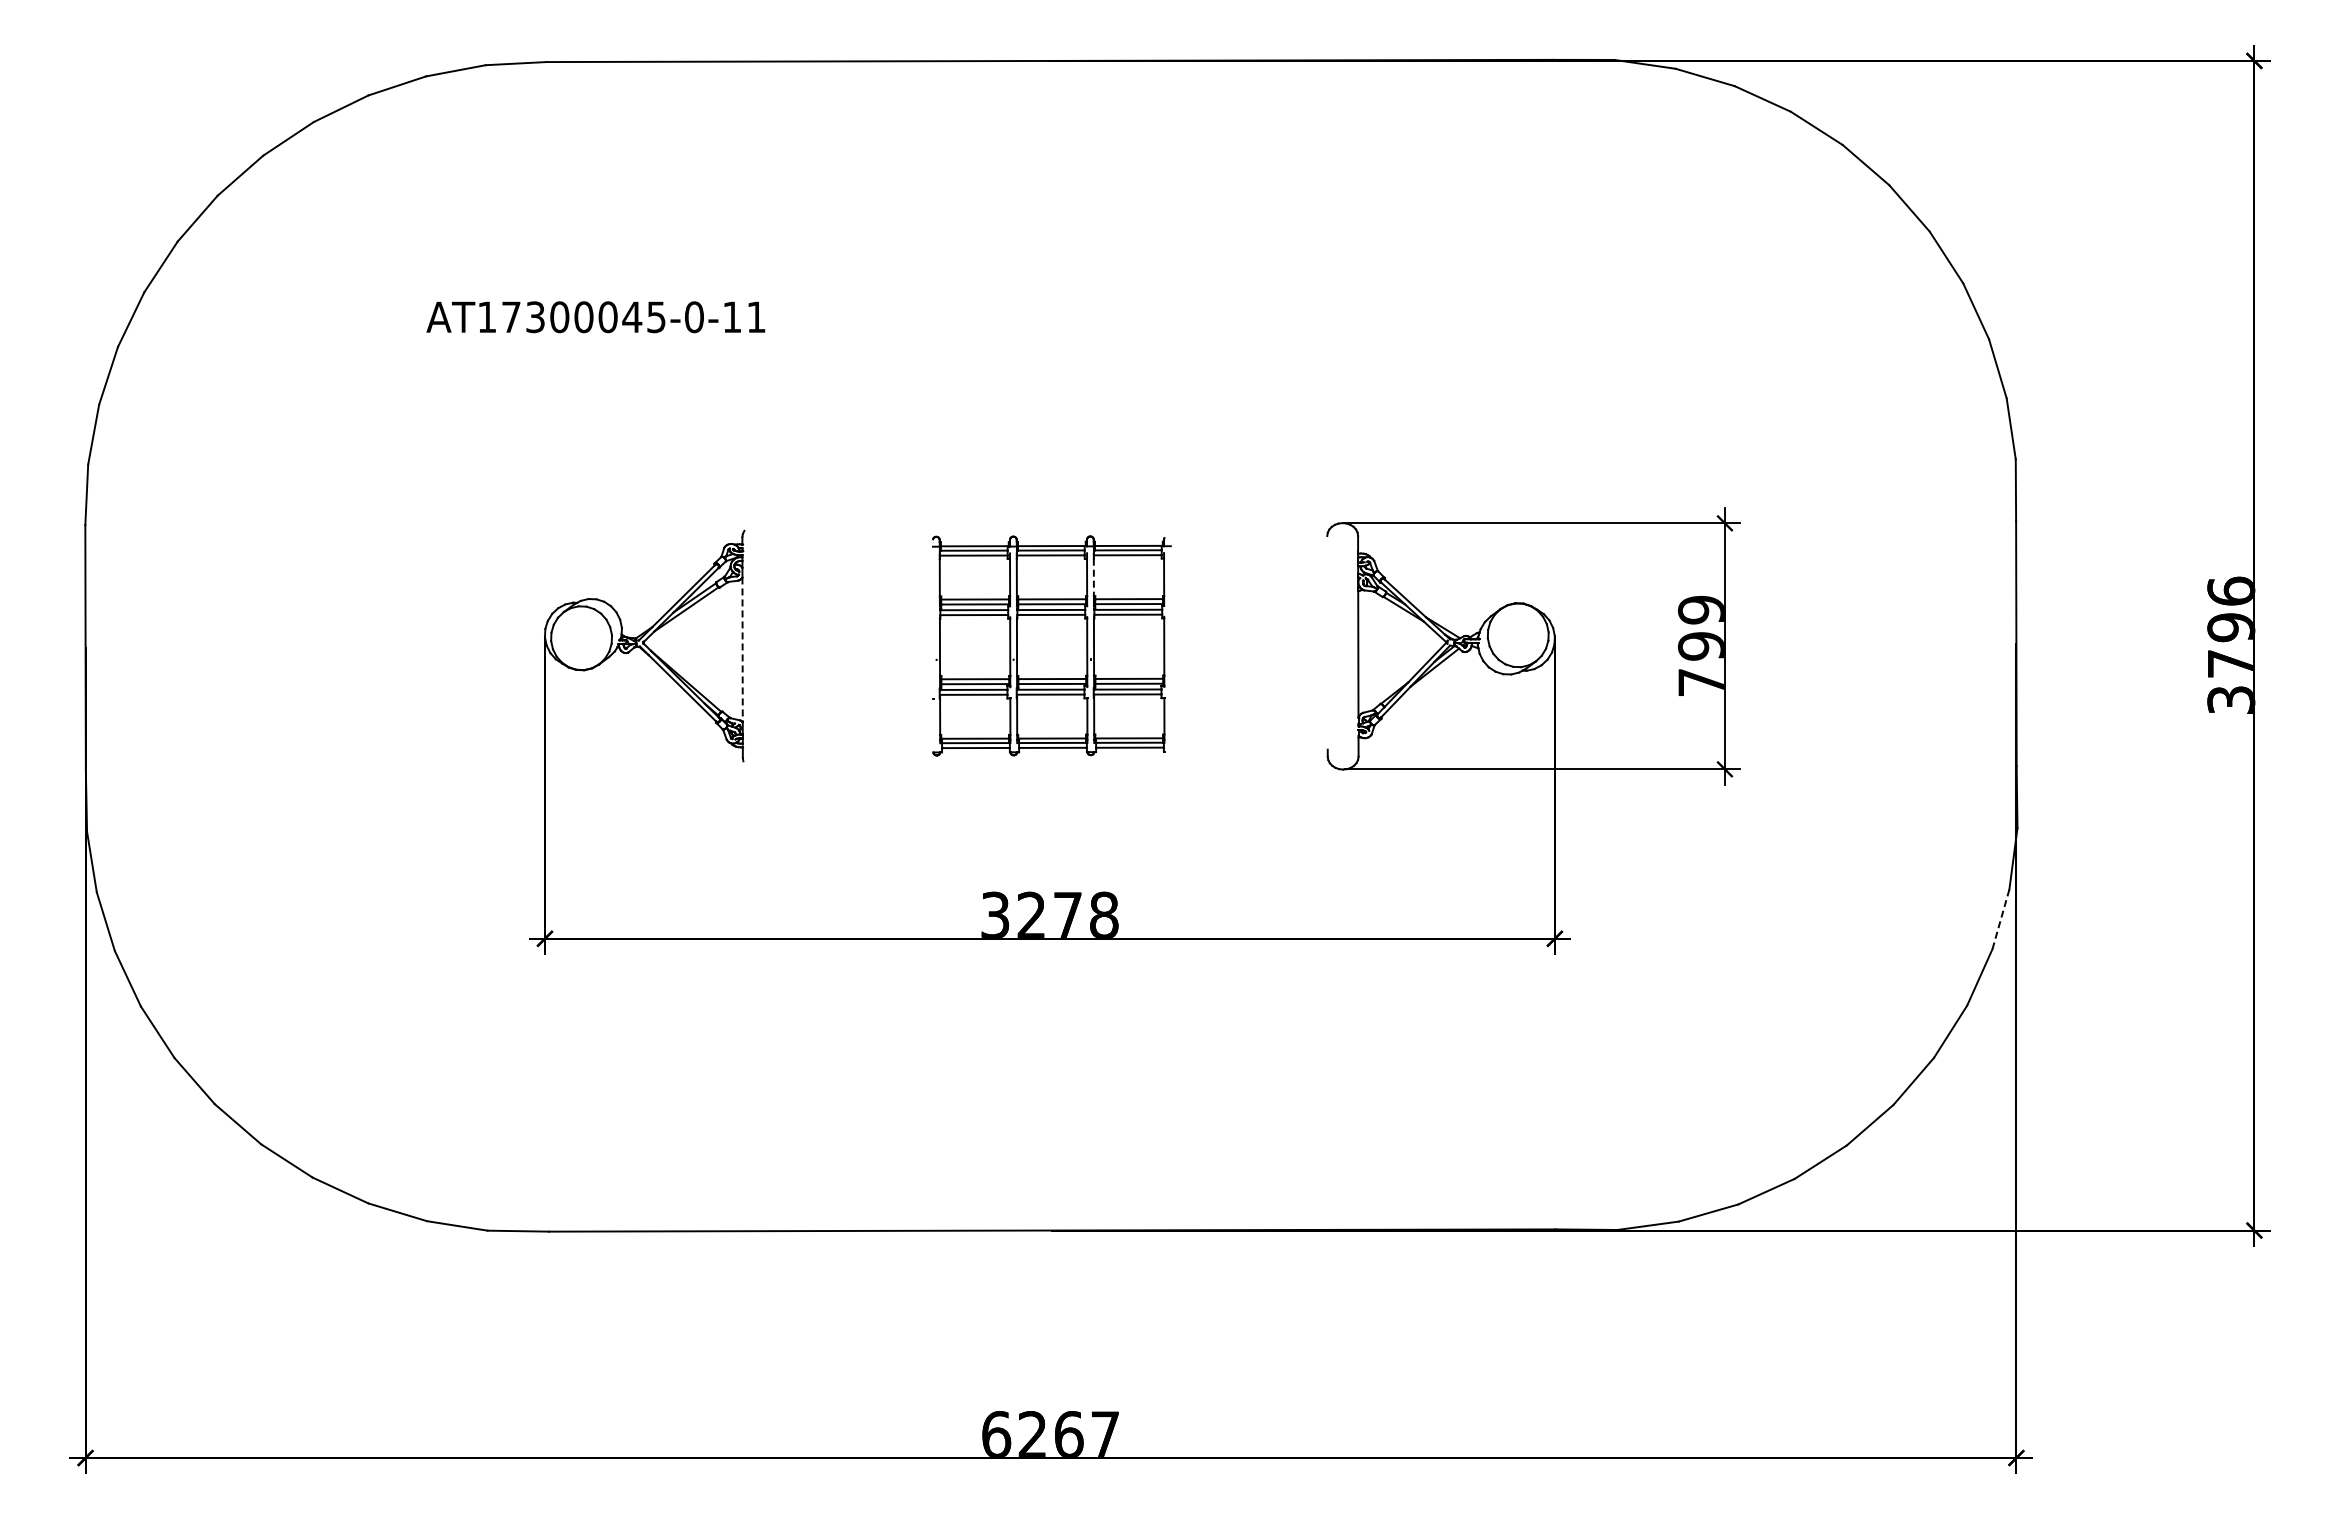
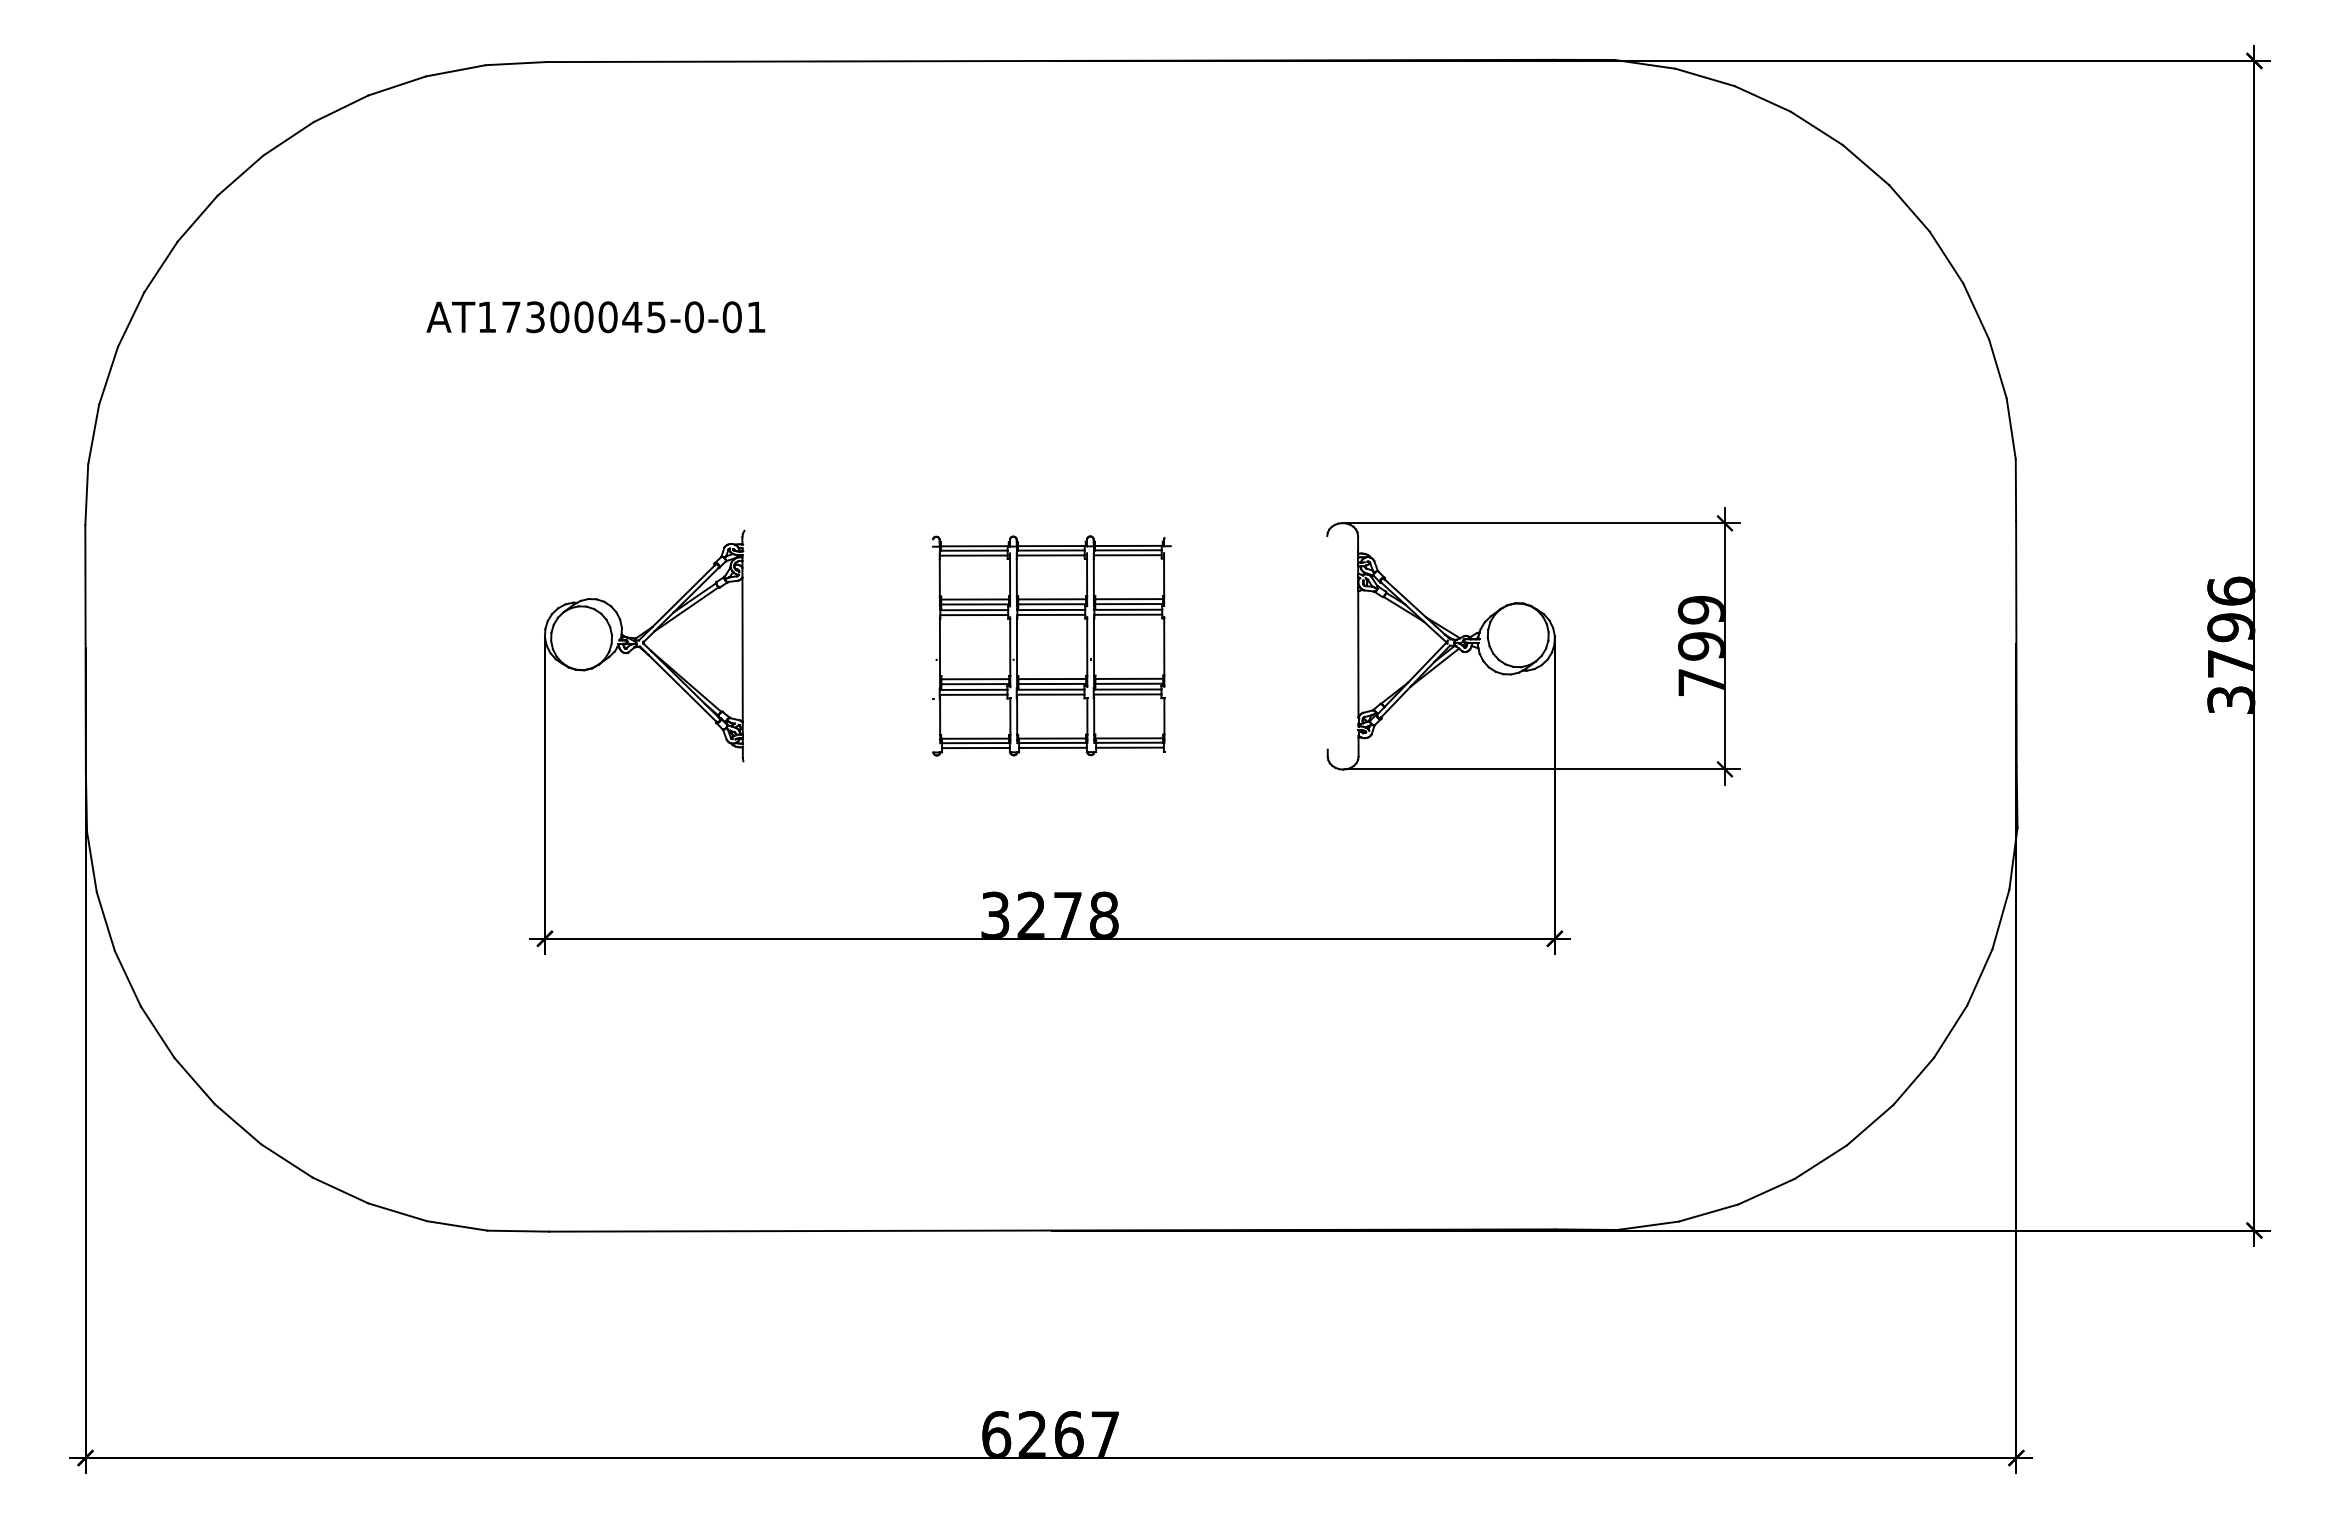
text at (731, 317): AT17300045-0-11 -> AT17300045-0-01
line at (1093, 577): dashed -> solid
line at (742, 650): dashed -> solid
line at (2000, 919): dashed -> solid
